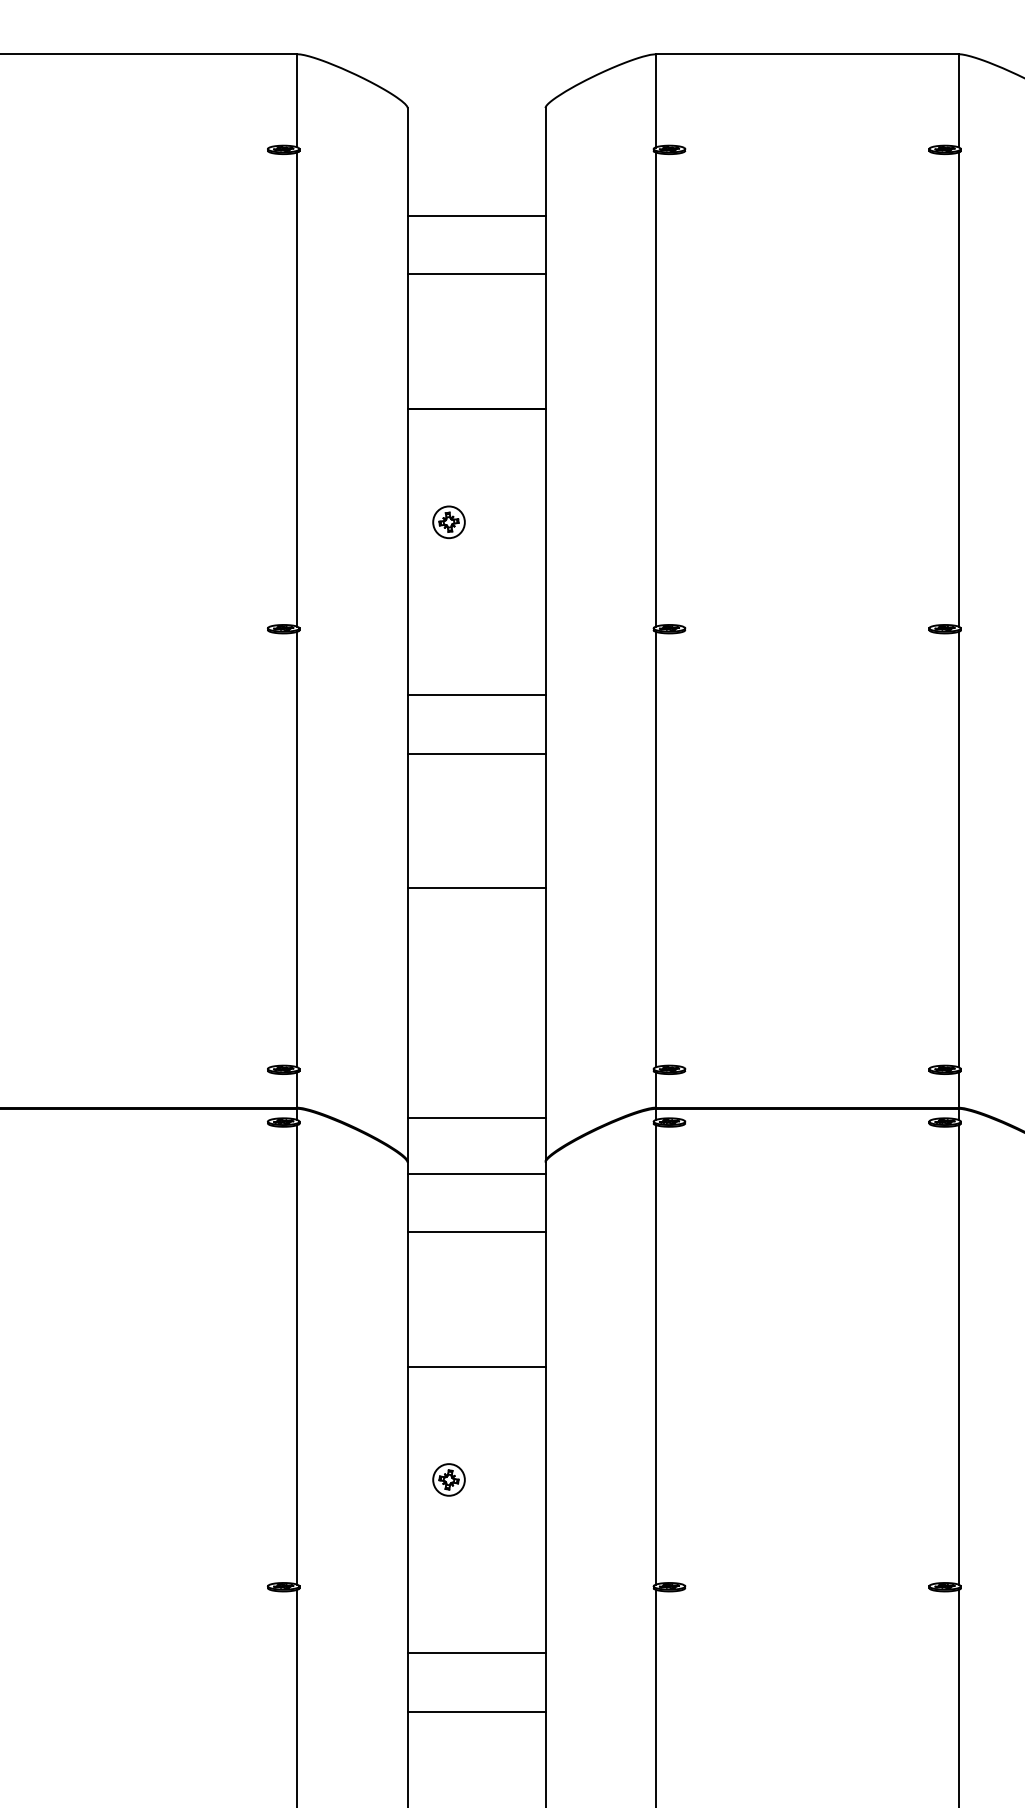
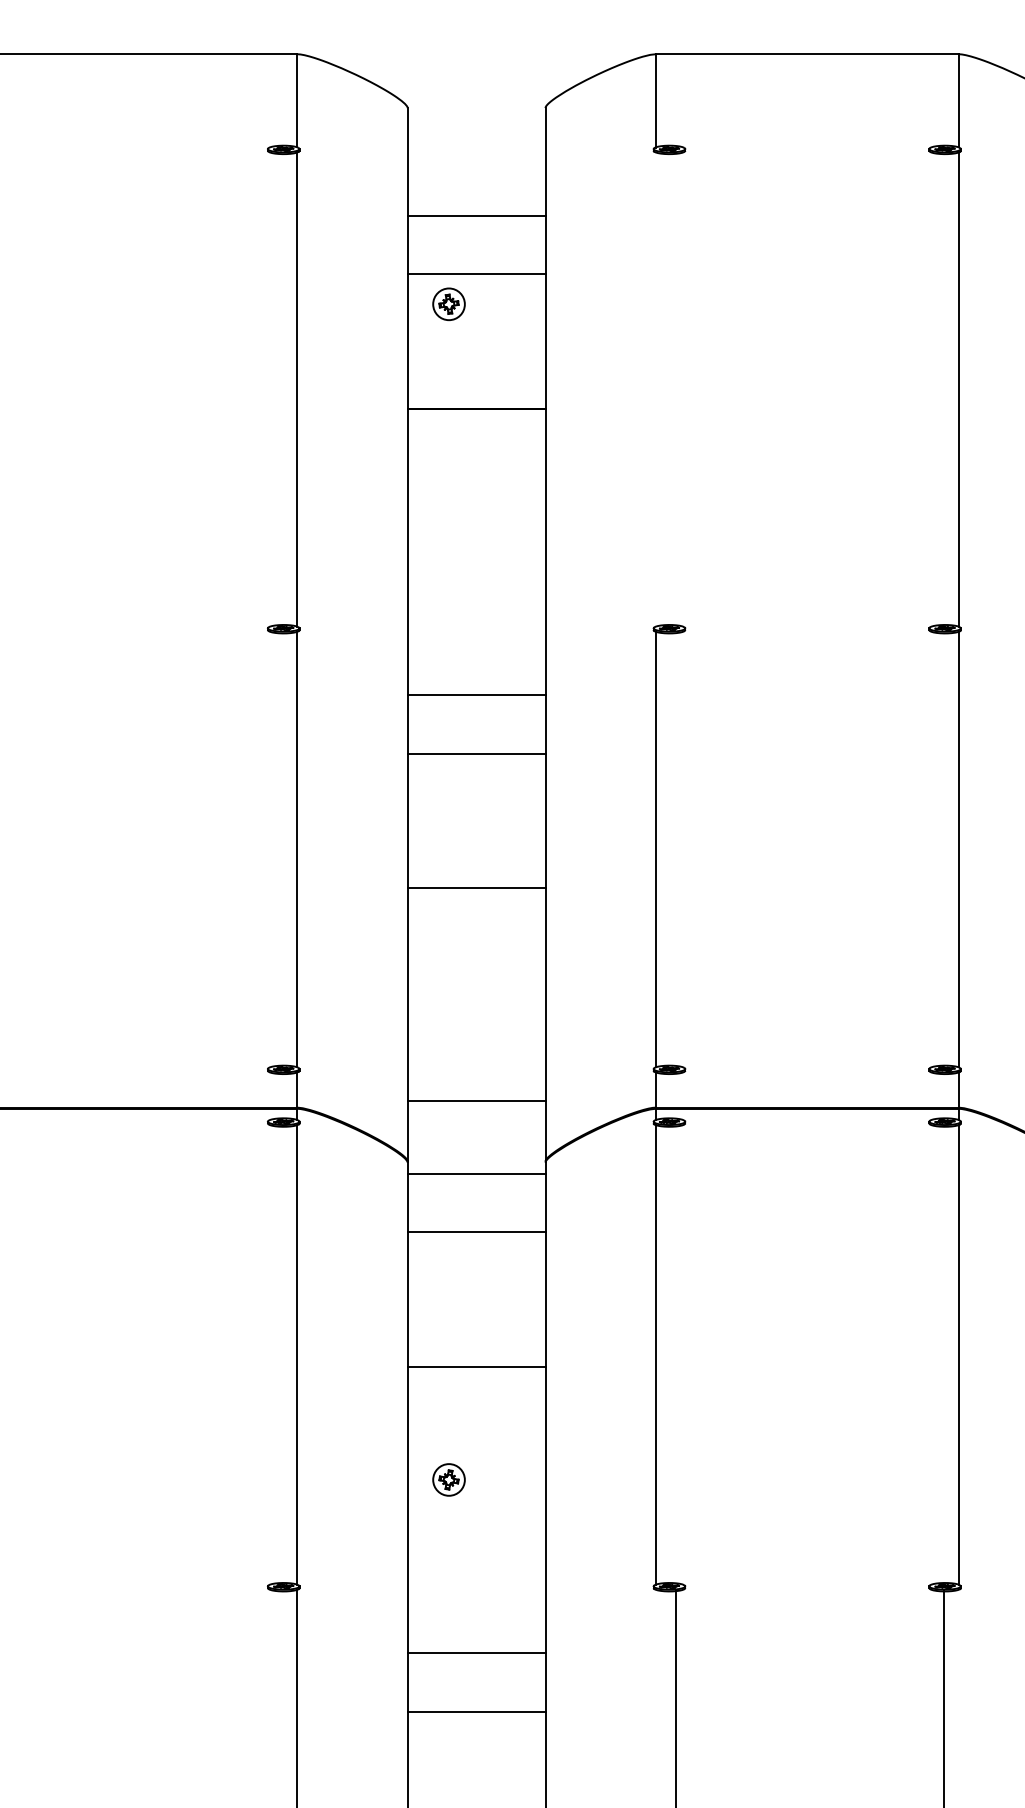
line at (655, 389): present -> none
part at (448, 522) position: (448, 522) -> (448, 304)
line at (476, 1118) position: (476, 1118) -> (476, 1101)
line at (655, 1696) position: (655, 1696) -> (675, 1696)
line at (958, 1696) position: (958, 1696) -> (943, 1696)
